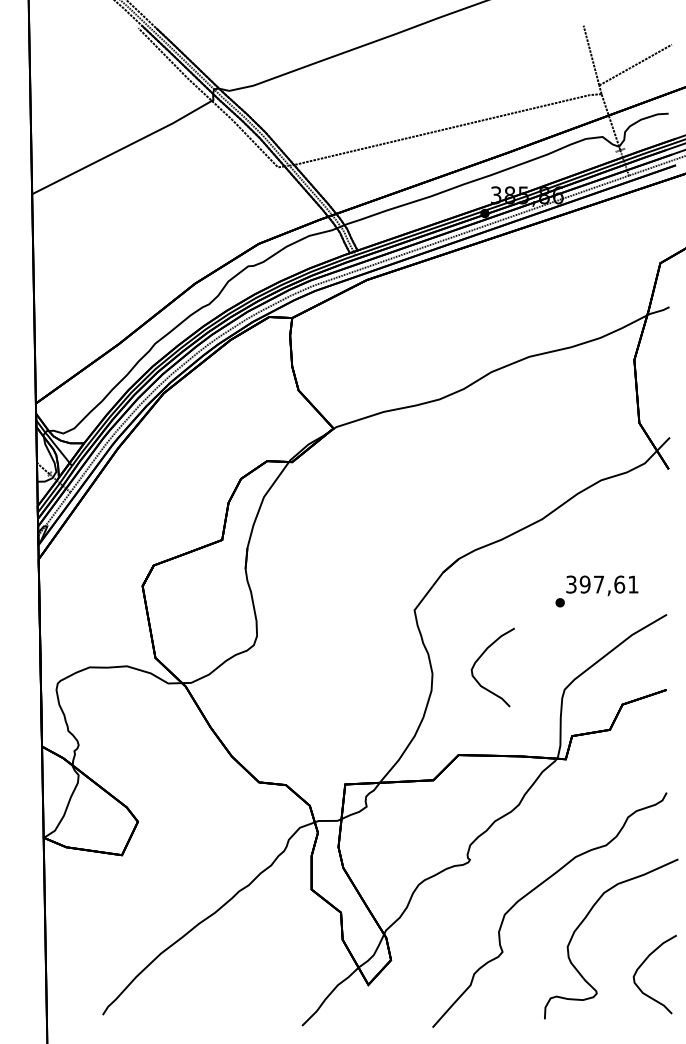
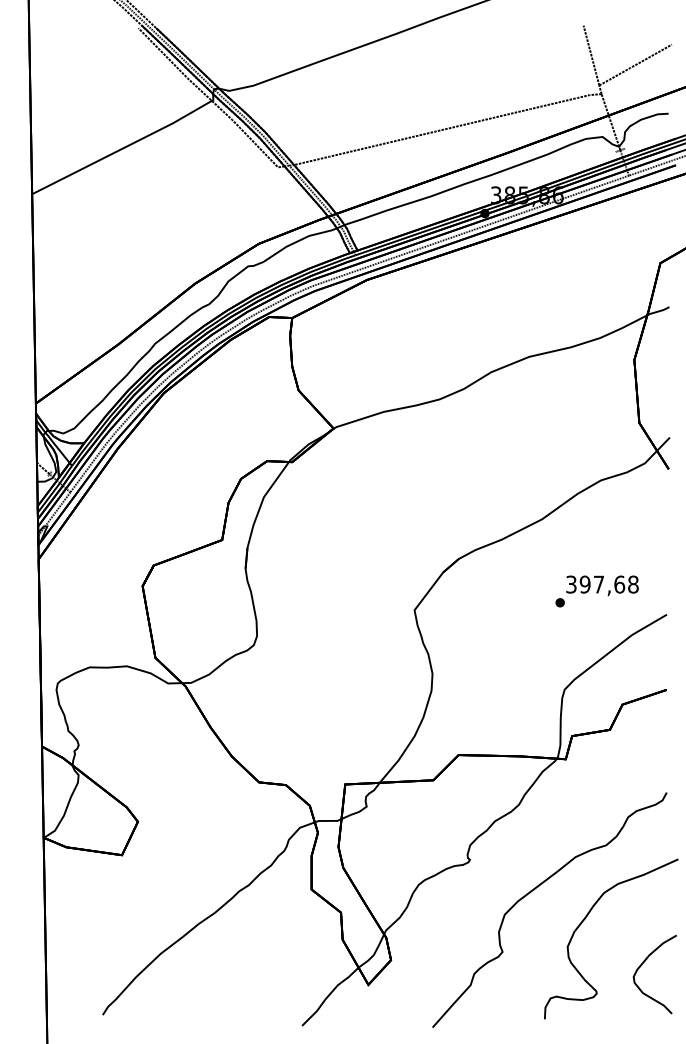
text at (633, 584): 397,61 -> 397,68
part at (480, 658): present -> none
